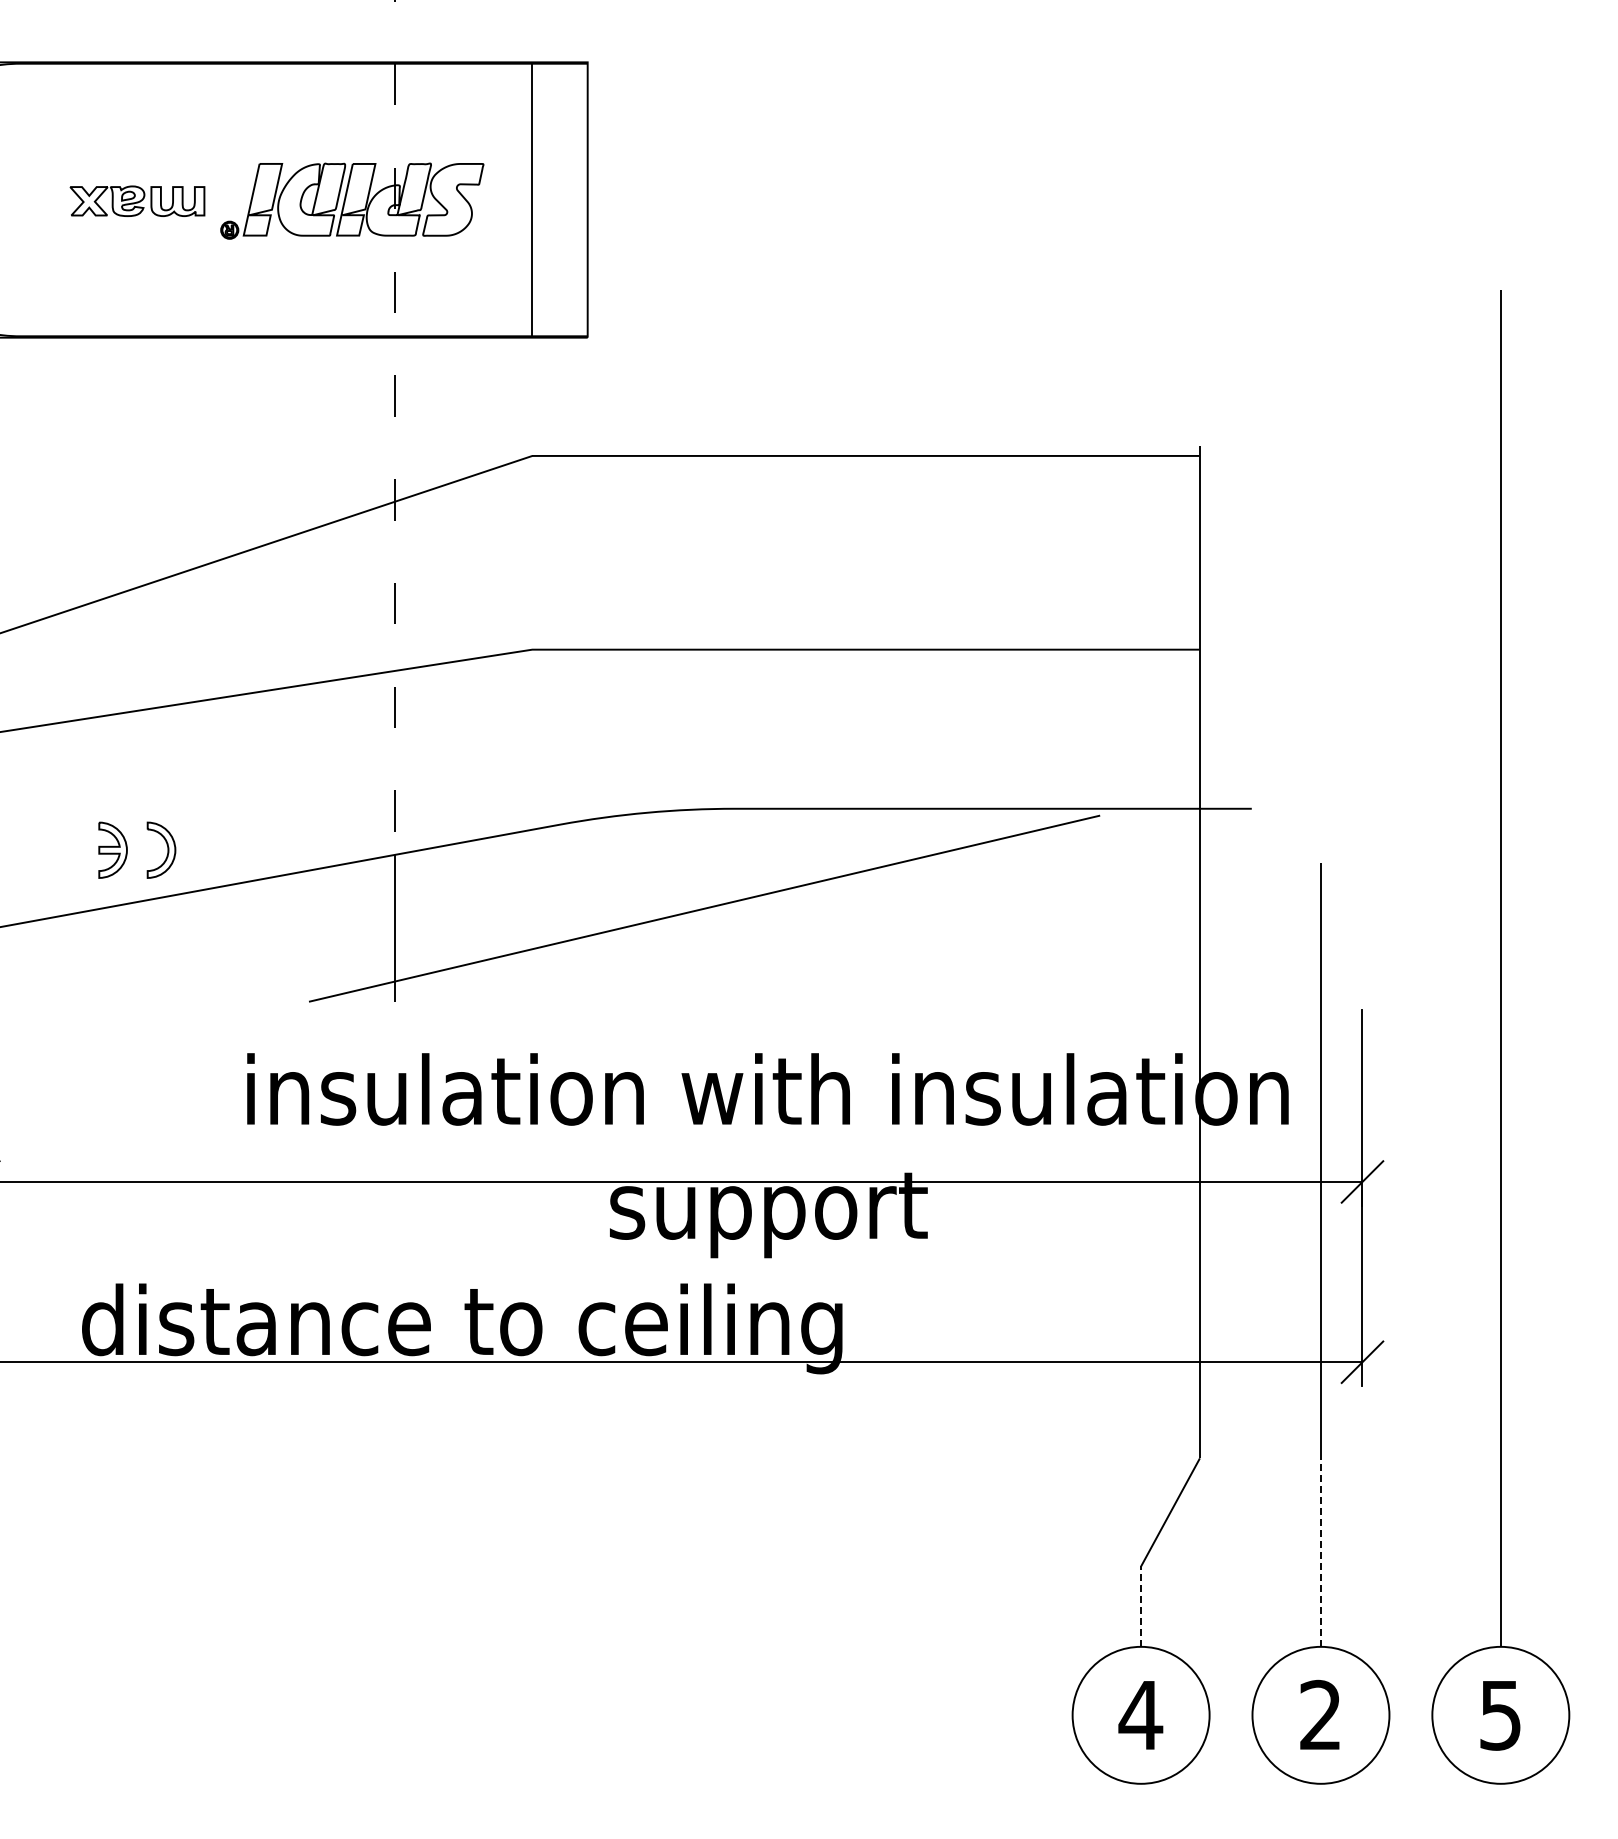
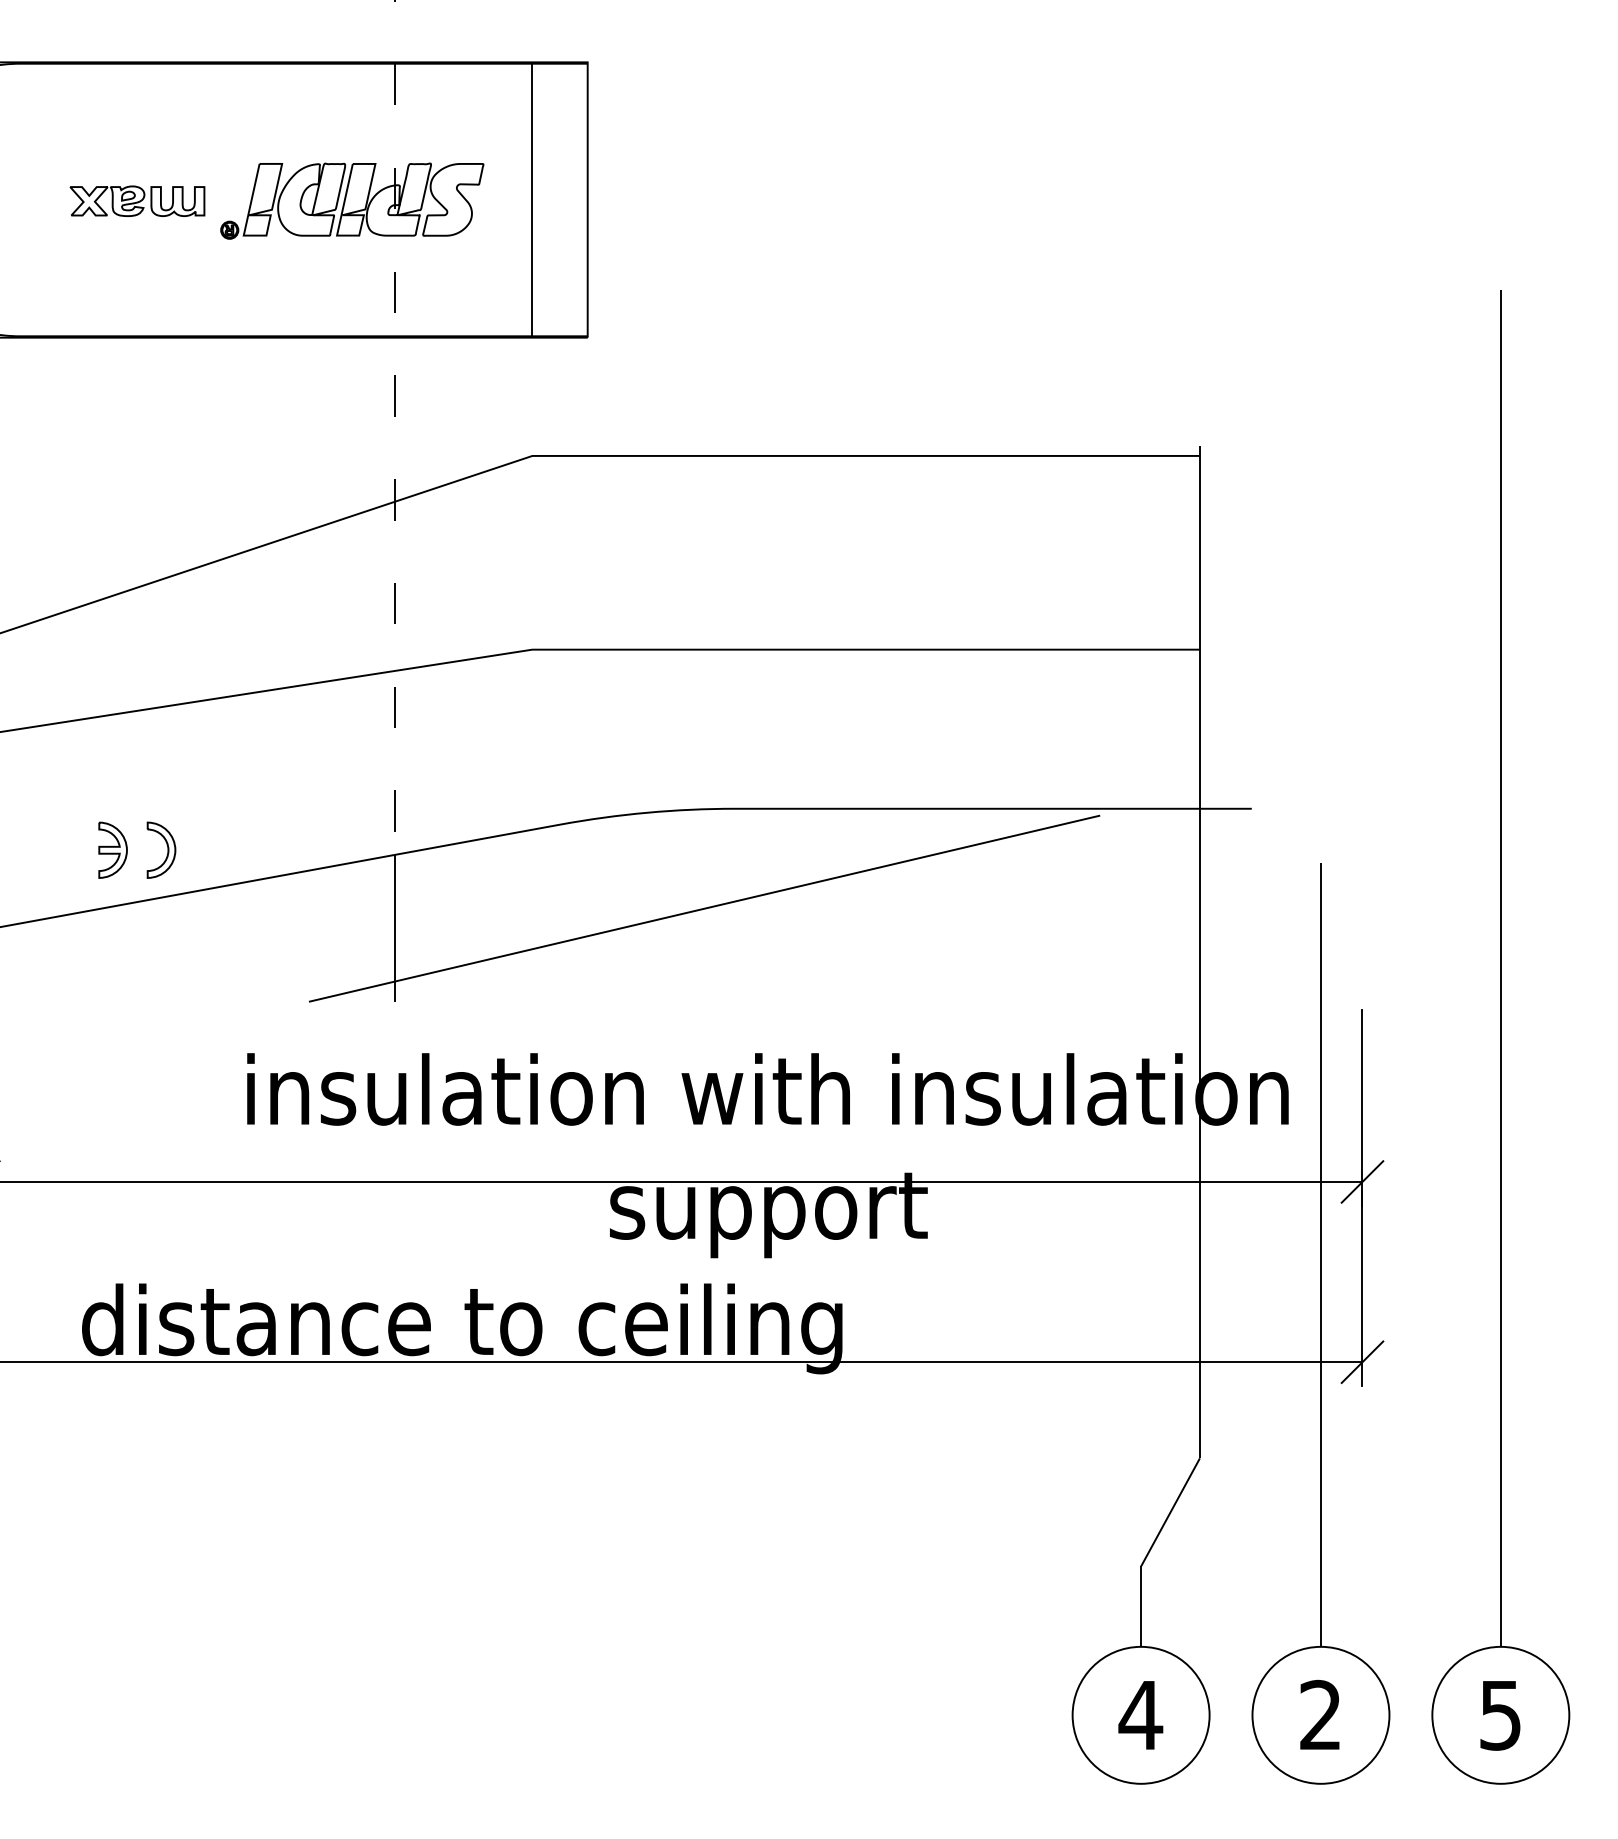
line at (1320, 1552): dashed -> solid
line at (1141, 1606): dashed -> solid
